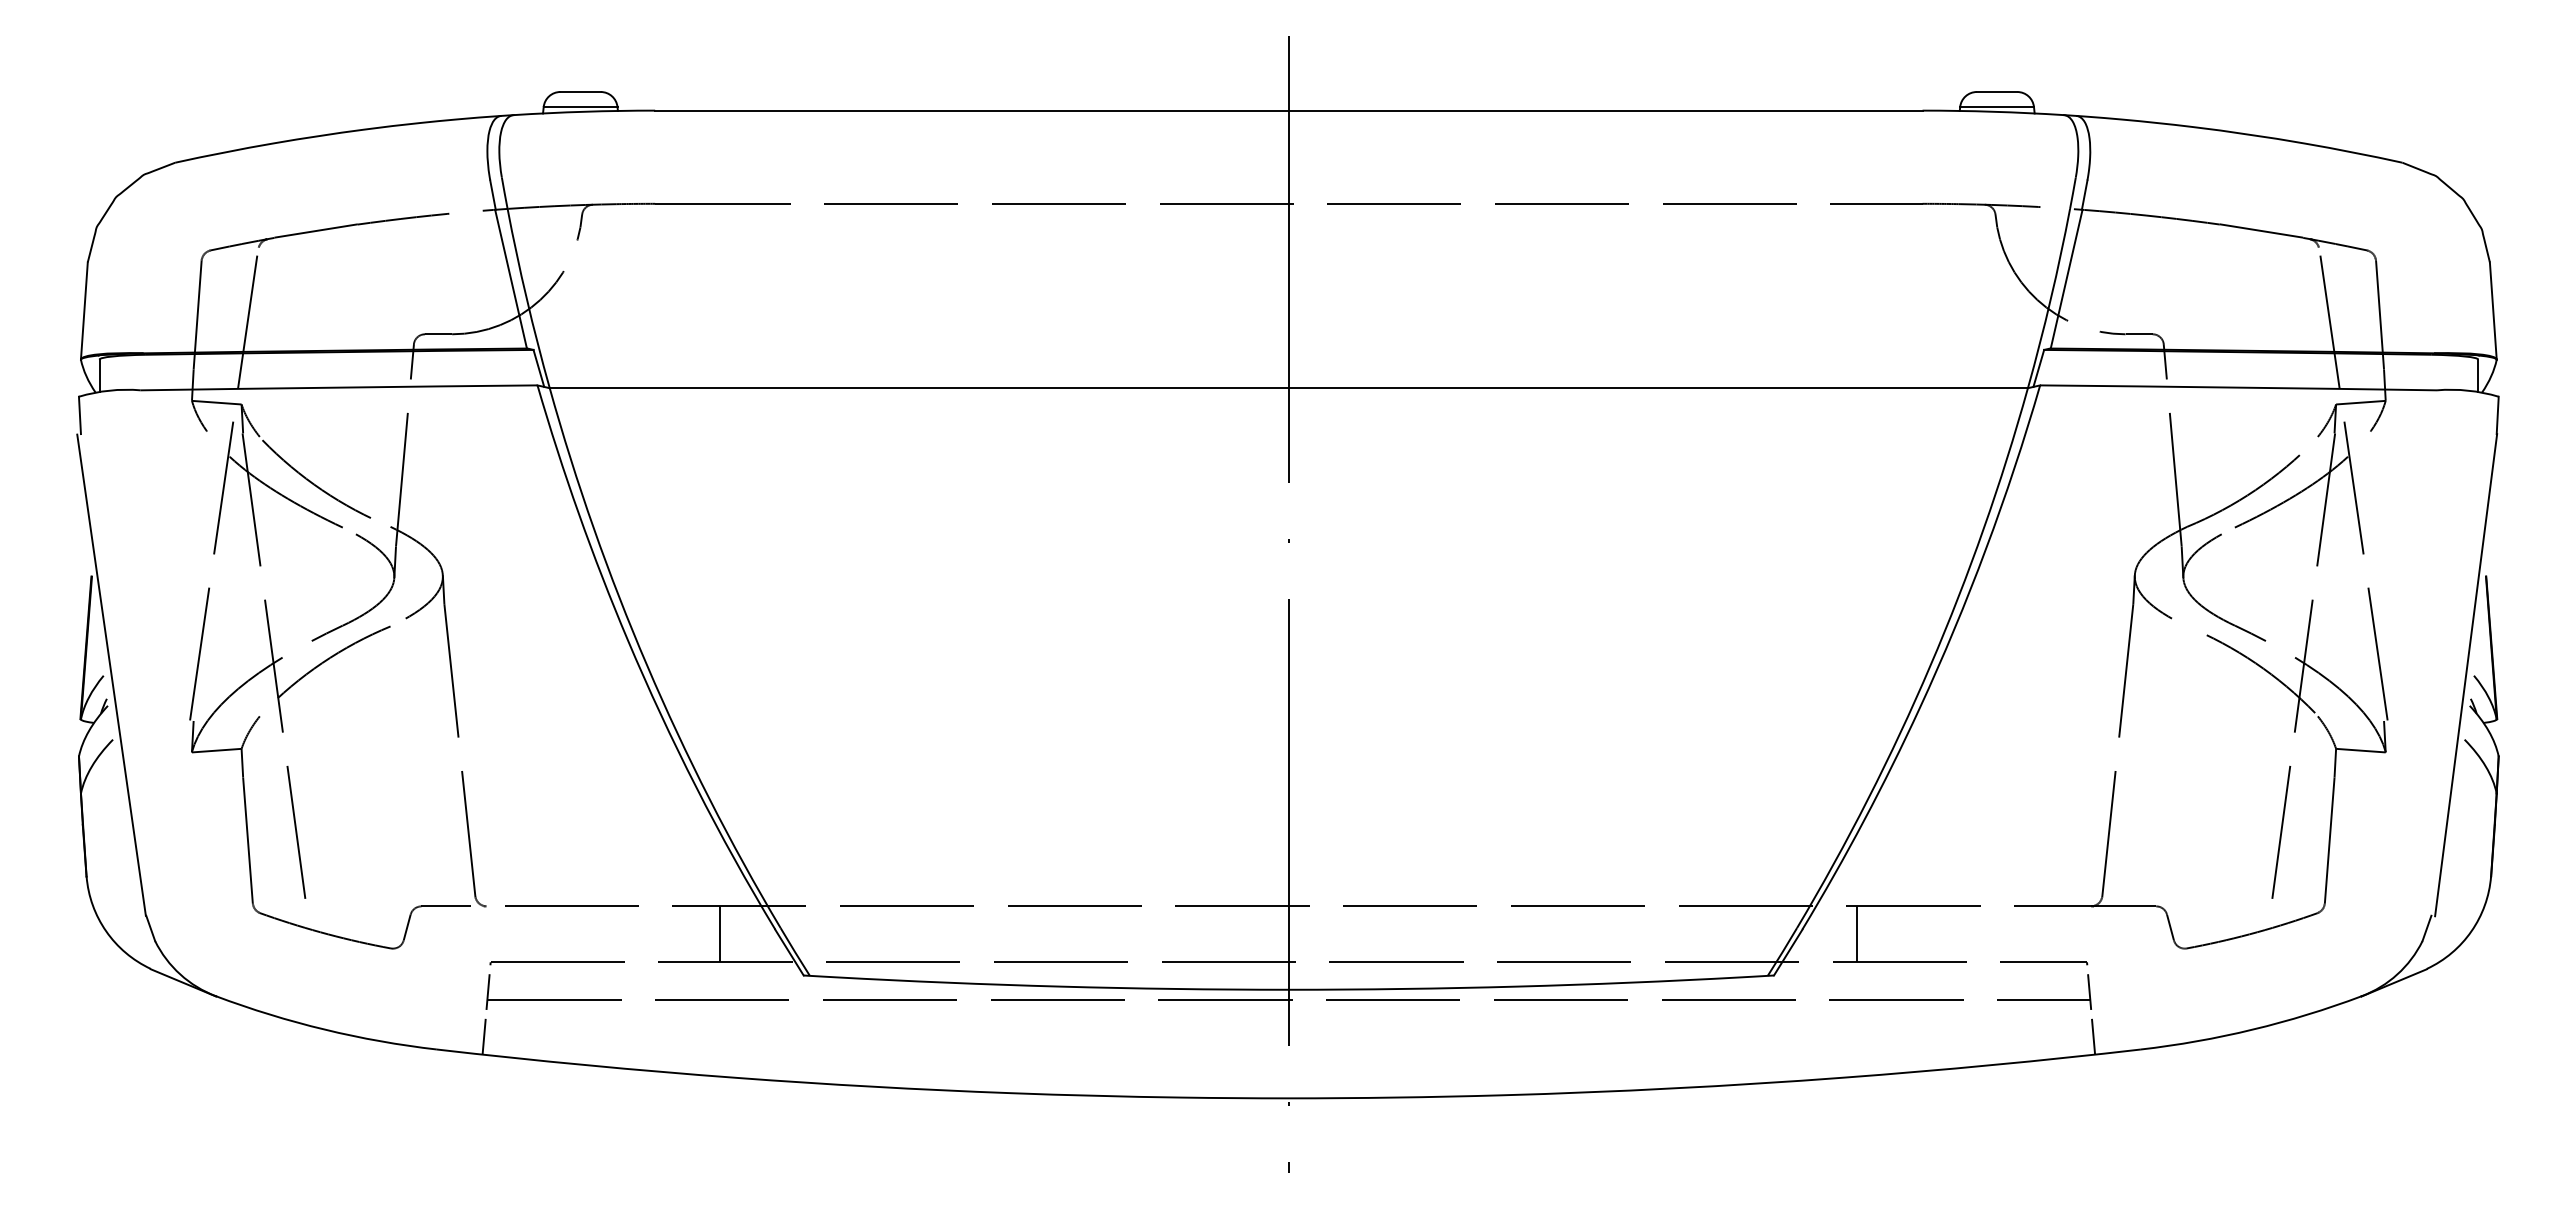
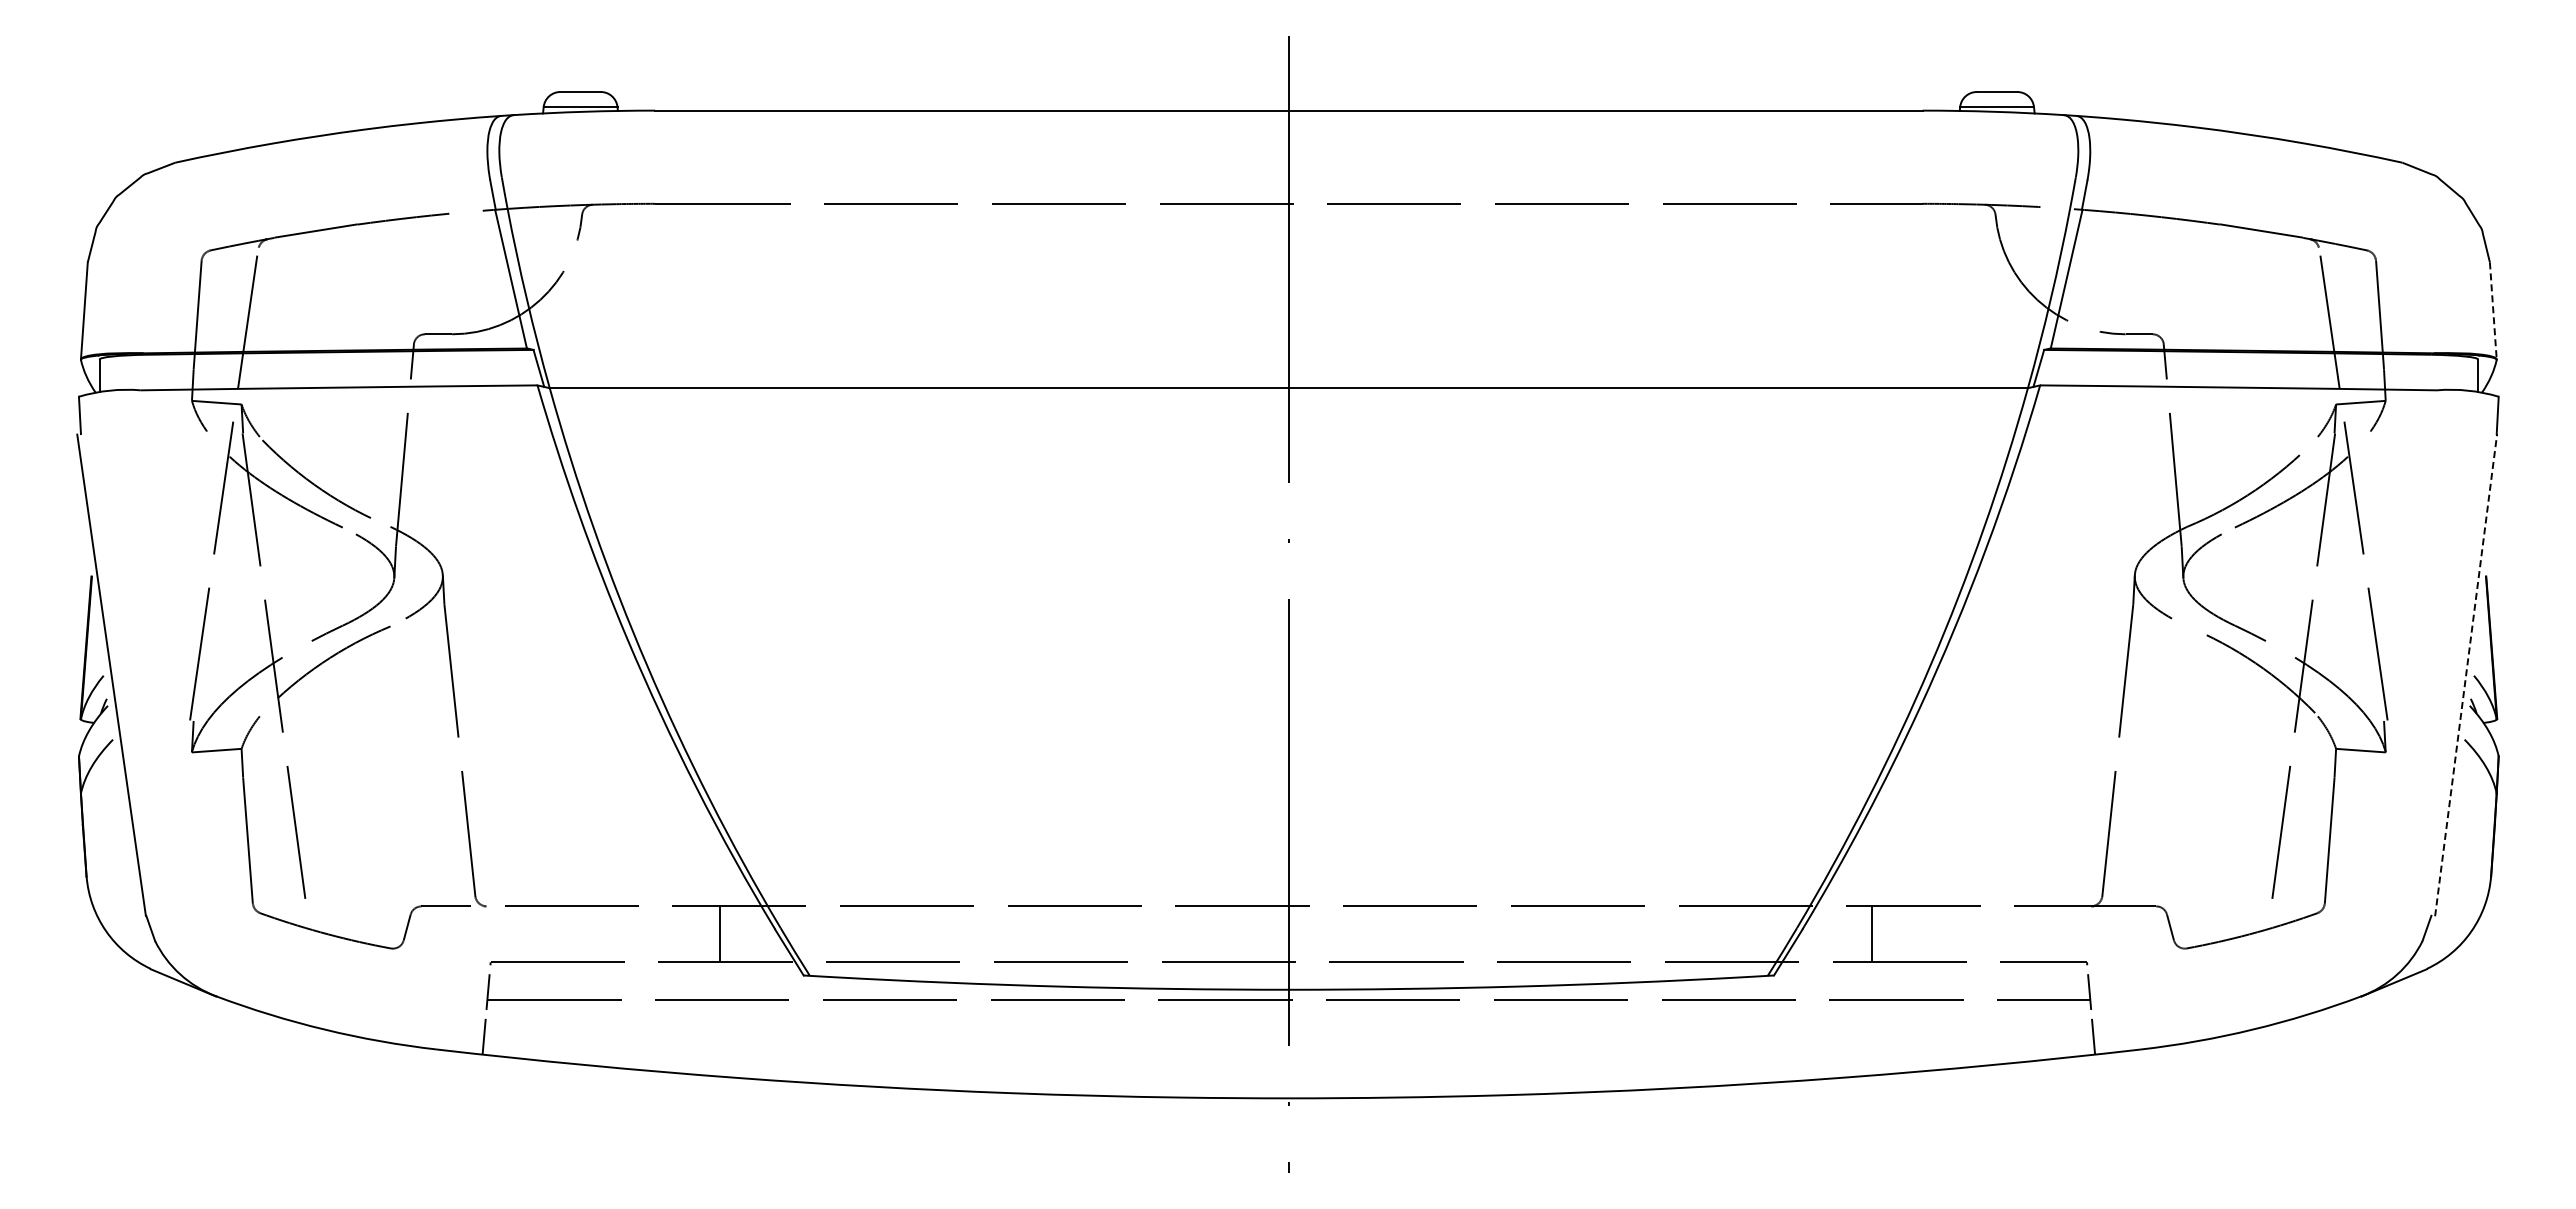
line at (2493, 311): solid -> dashed
line at (2466, 674): solid -> dashed
line at (1857, 934) position: (1857, 934) -> (1872, 934)
